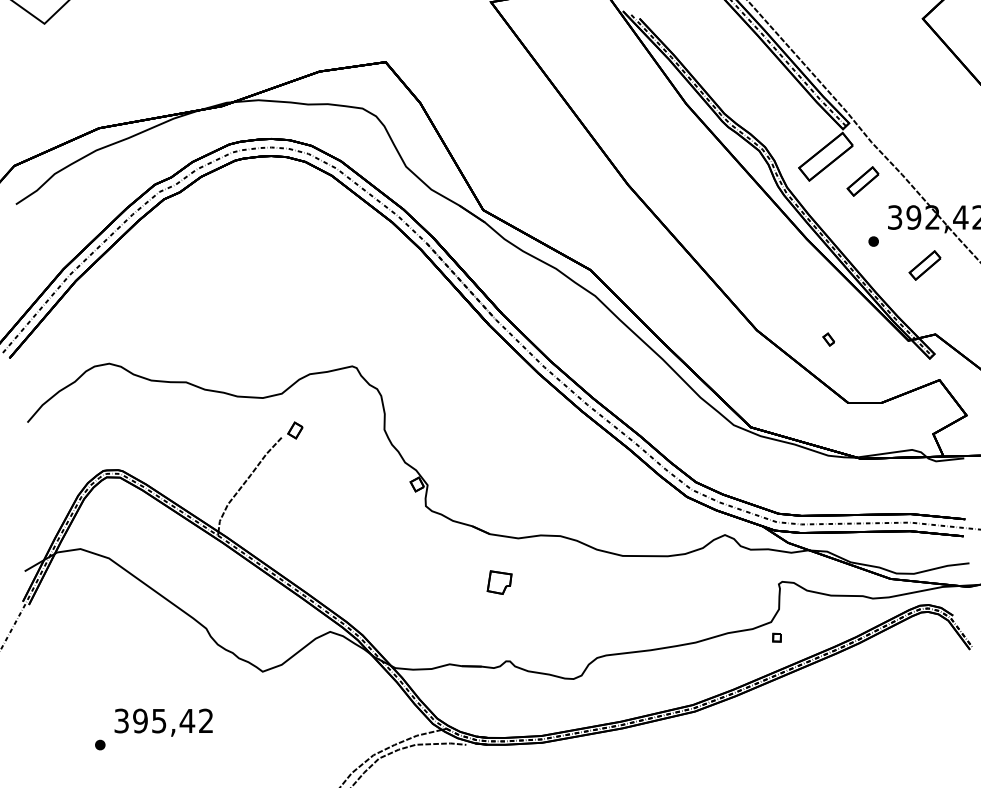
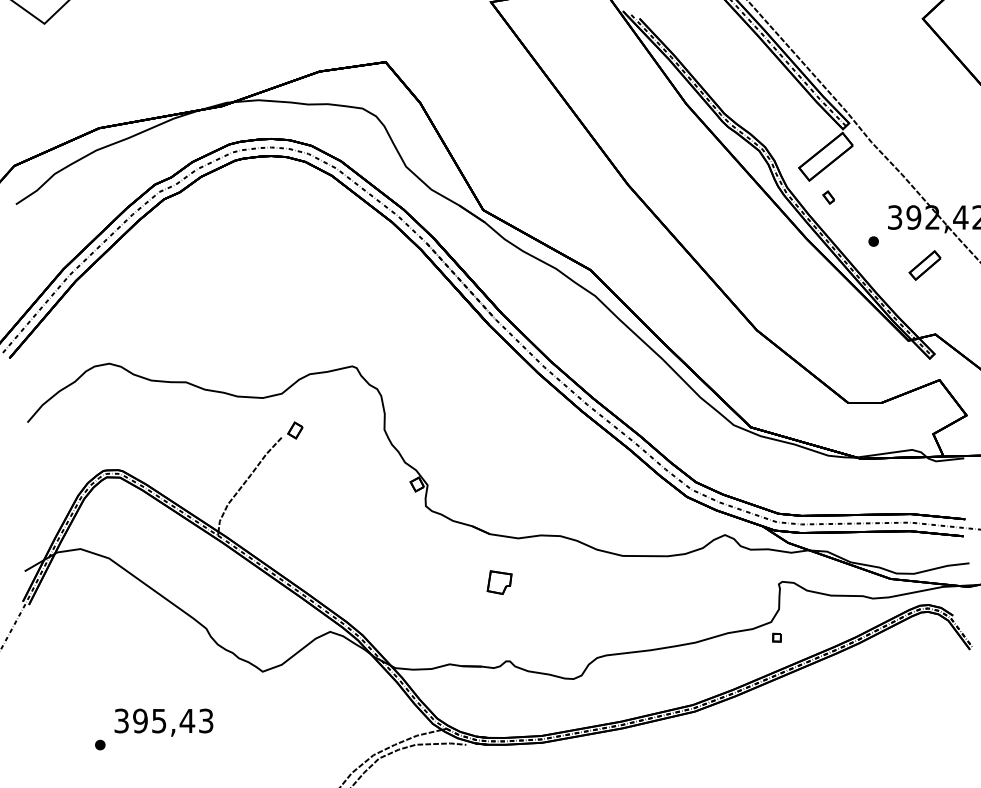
part at (862, 181): present -> none
part at (828, 339) position: (828, 339) -> (828, 197)
text at (206, 721): 395,42 -> 395,43
